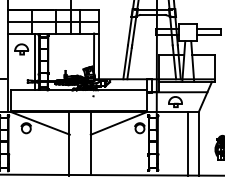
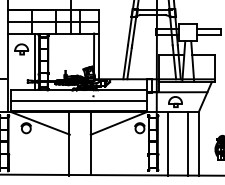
line at (78, 101): none -> present
line at (168, 143): none -> present
